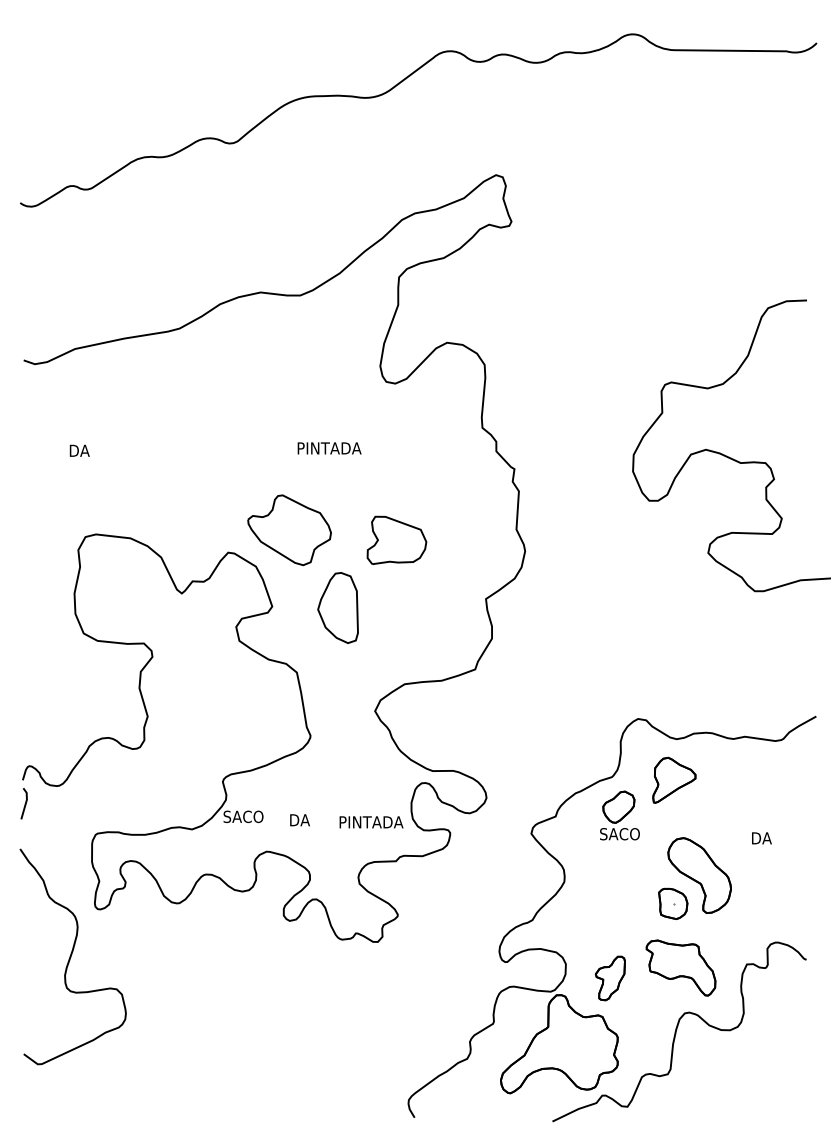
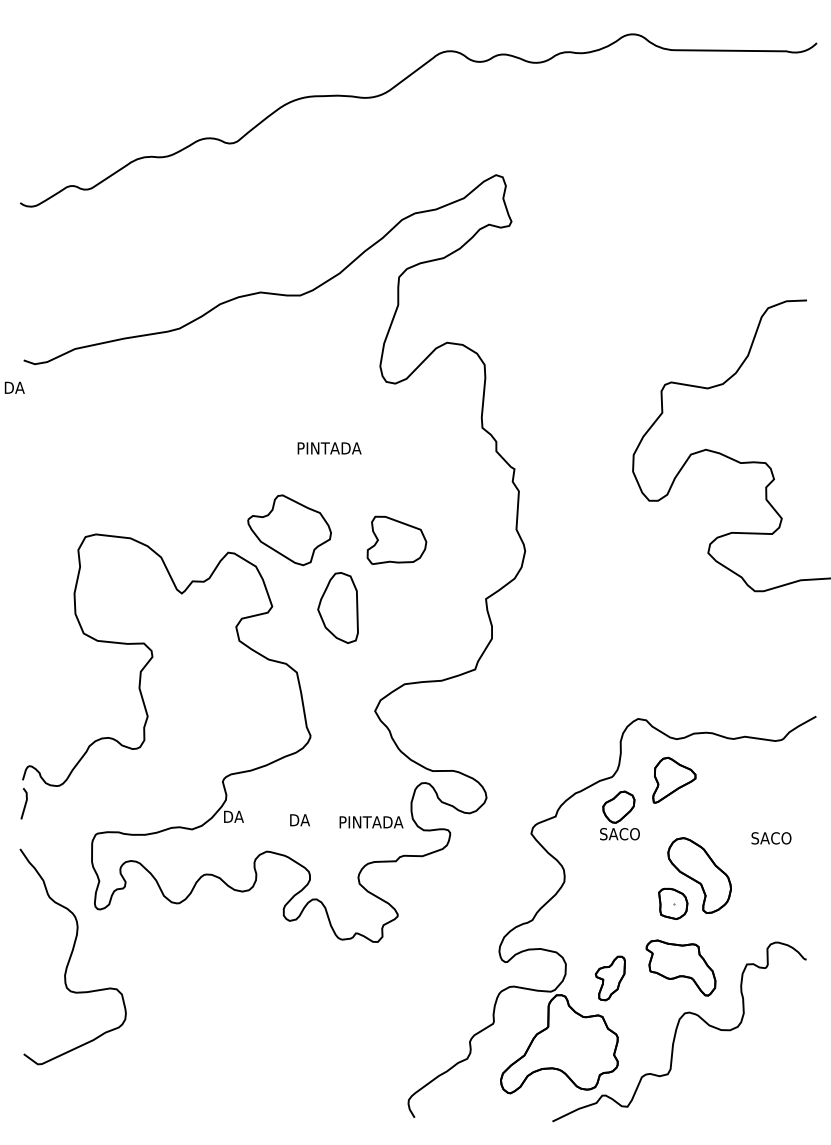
text at (79, 450) position: (79, 450) -> (14, 387)
text at (243, 816): SACO -> DA
text at (771, 838): DA -> SACO
